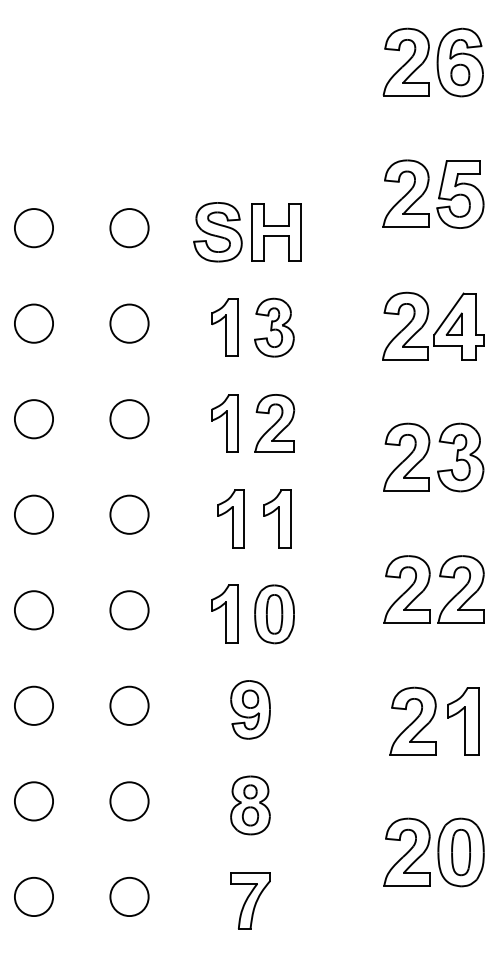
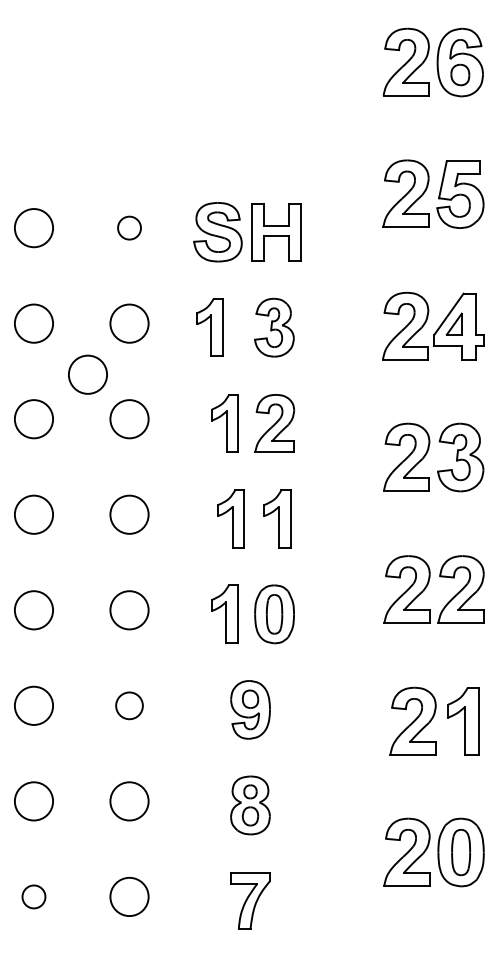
circle at (129, 228) diameter: 38 px -> 23 px
part at (224, 327) position: (224, 327) -> (209, 327)
circle at (87, 374): none -> present
circle at (129, 705) diameter: 38 px -> 27 px
circle at (33, 896) diameter: 38 px -> 23 px
